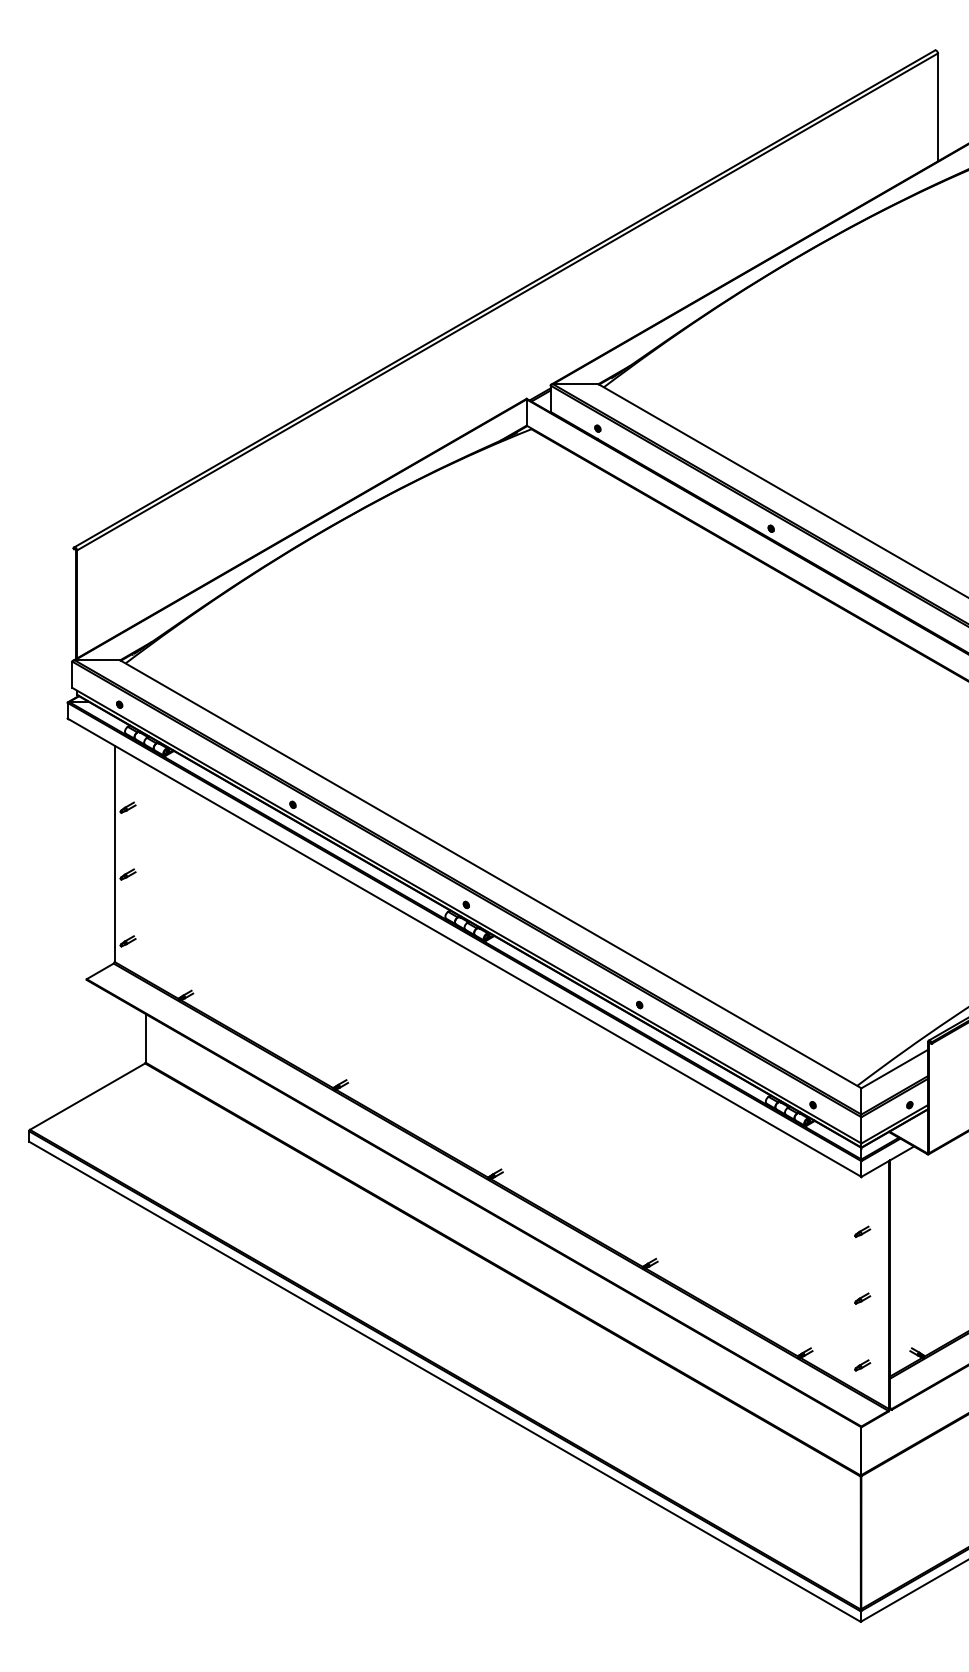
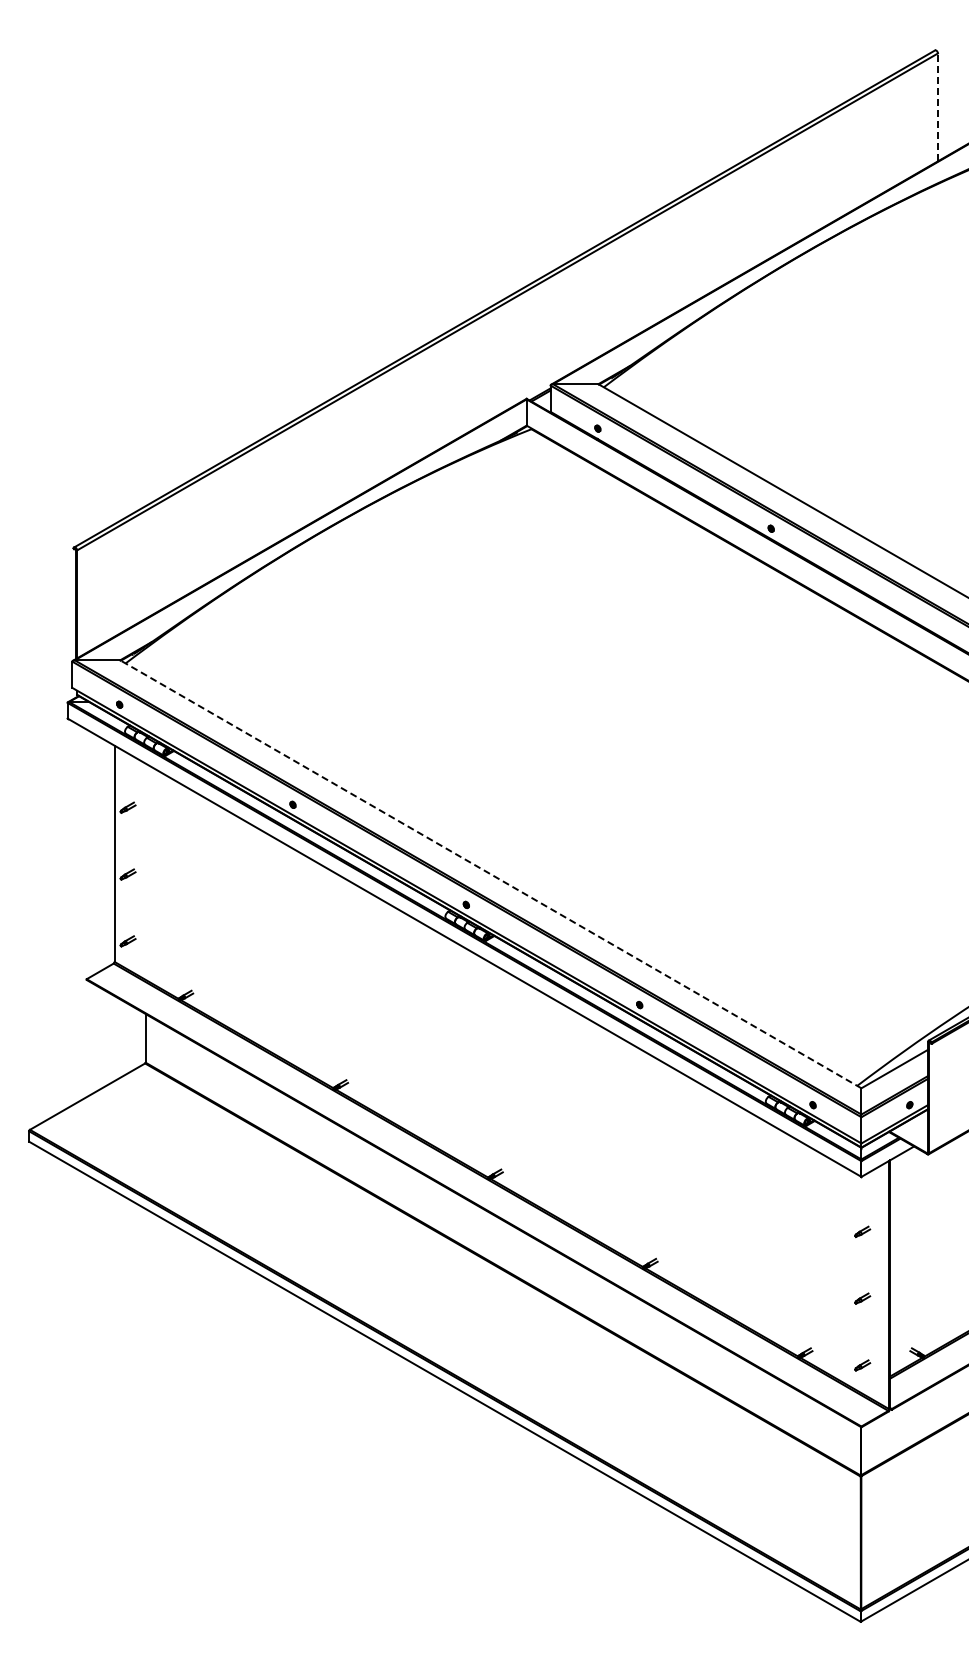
line at (937, 107): solid -> dashed
line at (490, 874): solid -> dashed
